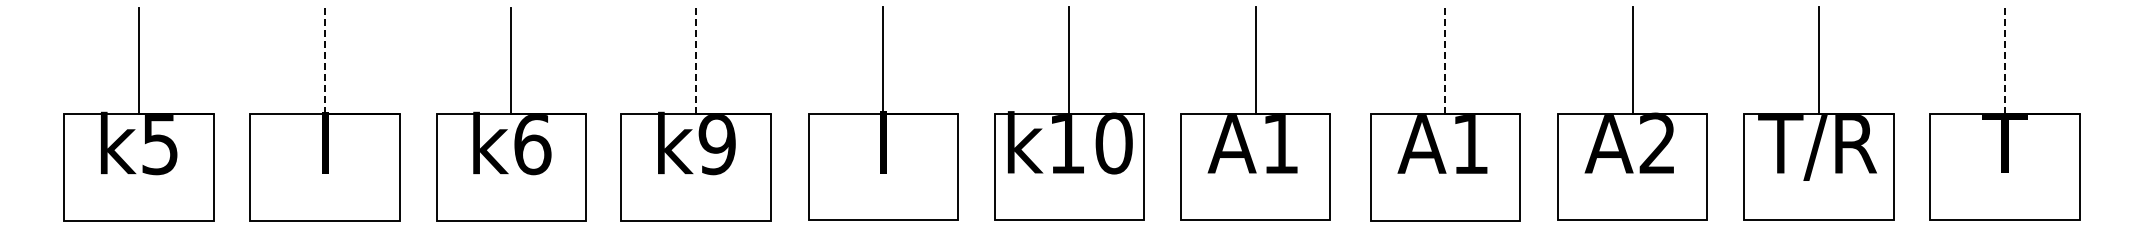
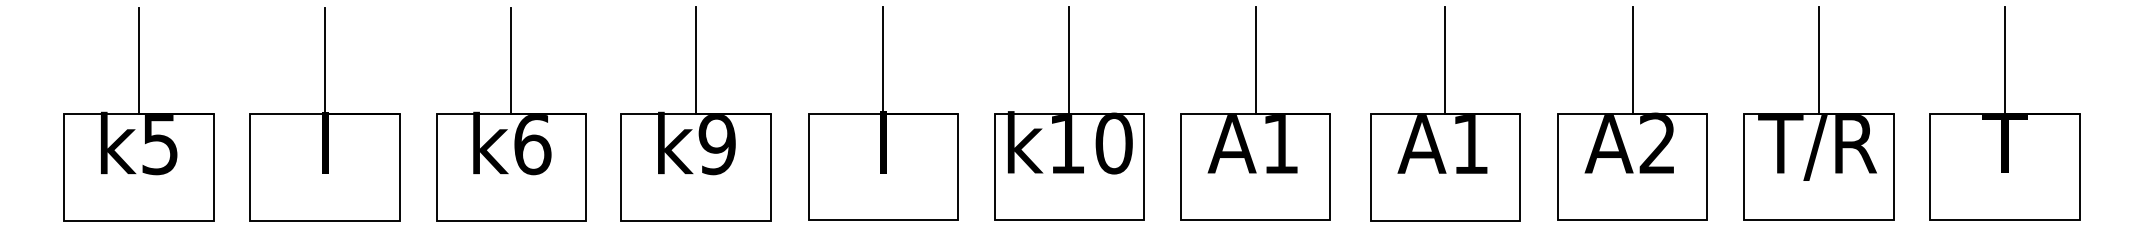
line at (2004, 59): dashed -> solid
line at (325, 60): dashed -> solid
line at (696, 60): dashed -> solid
line at (1445, 60): dashed -> solid
